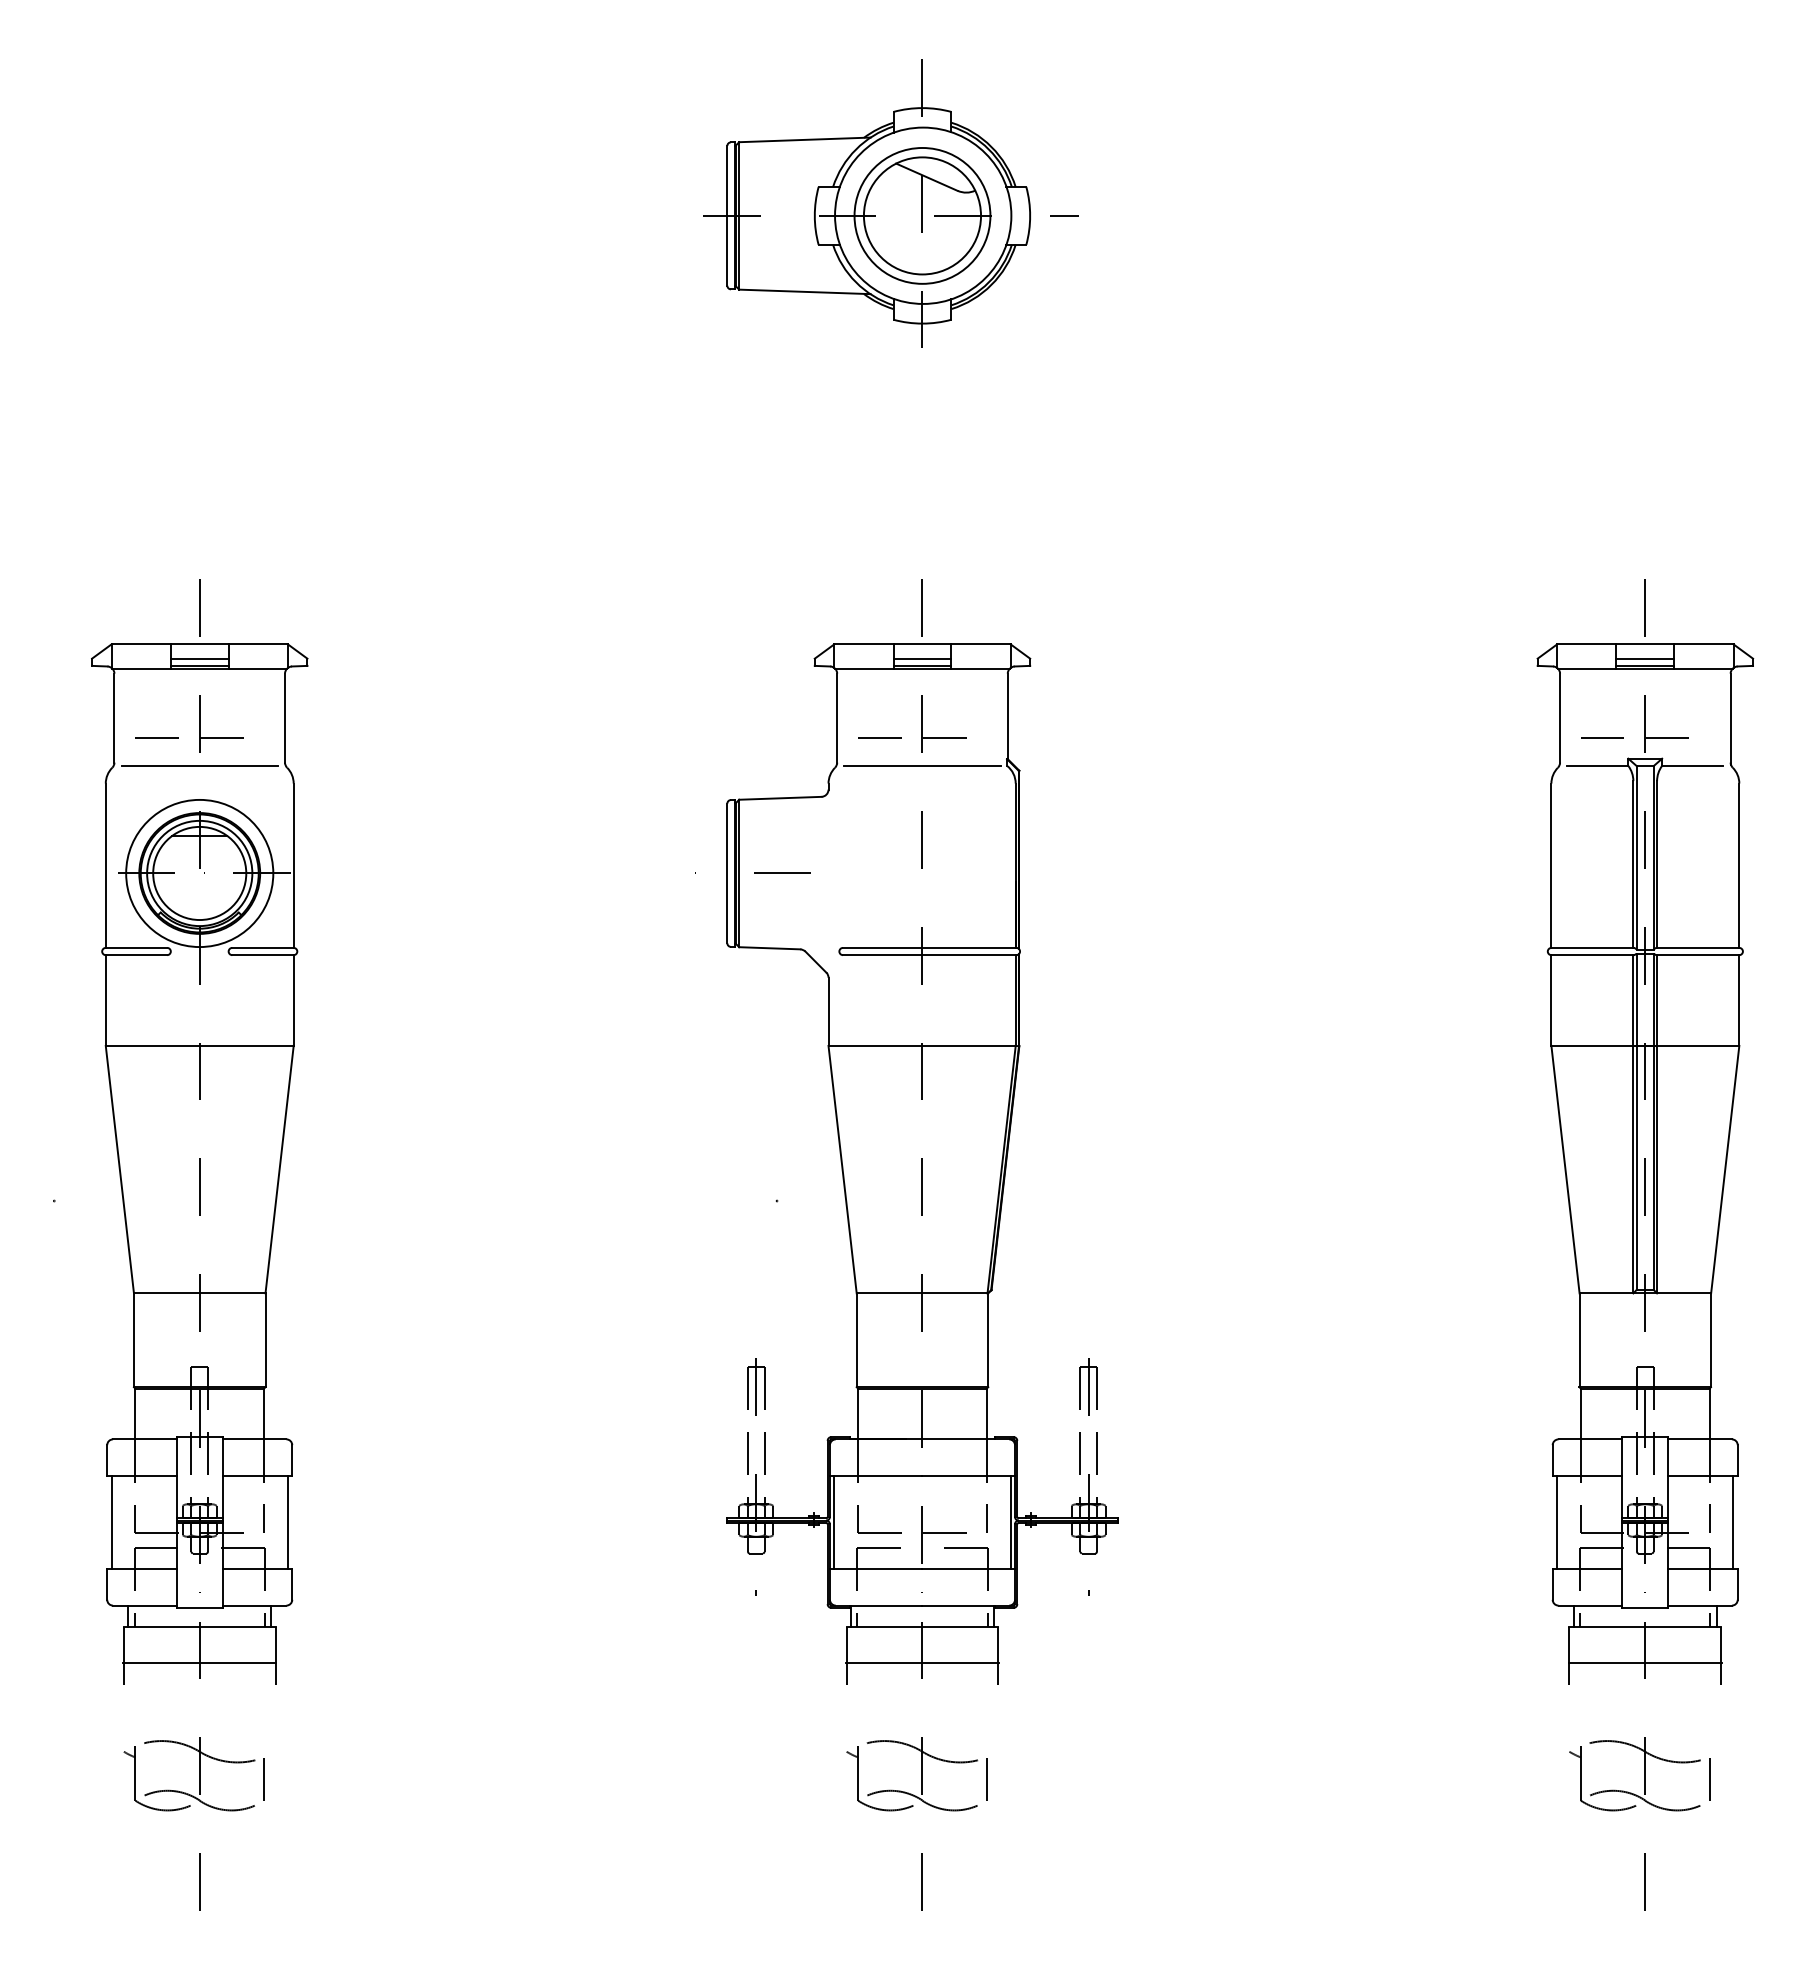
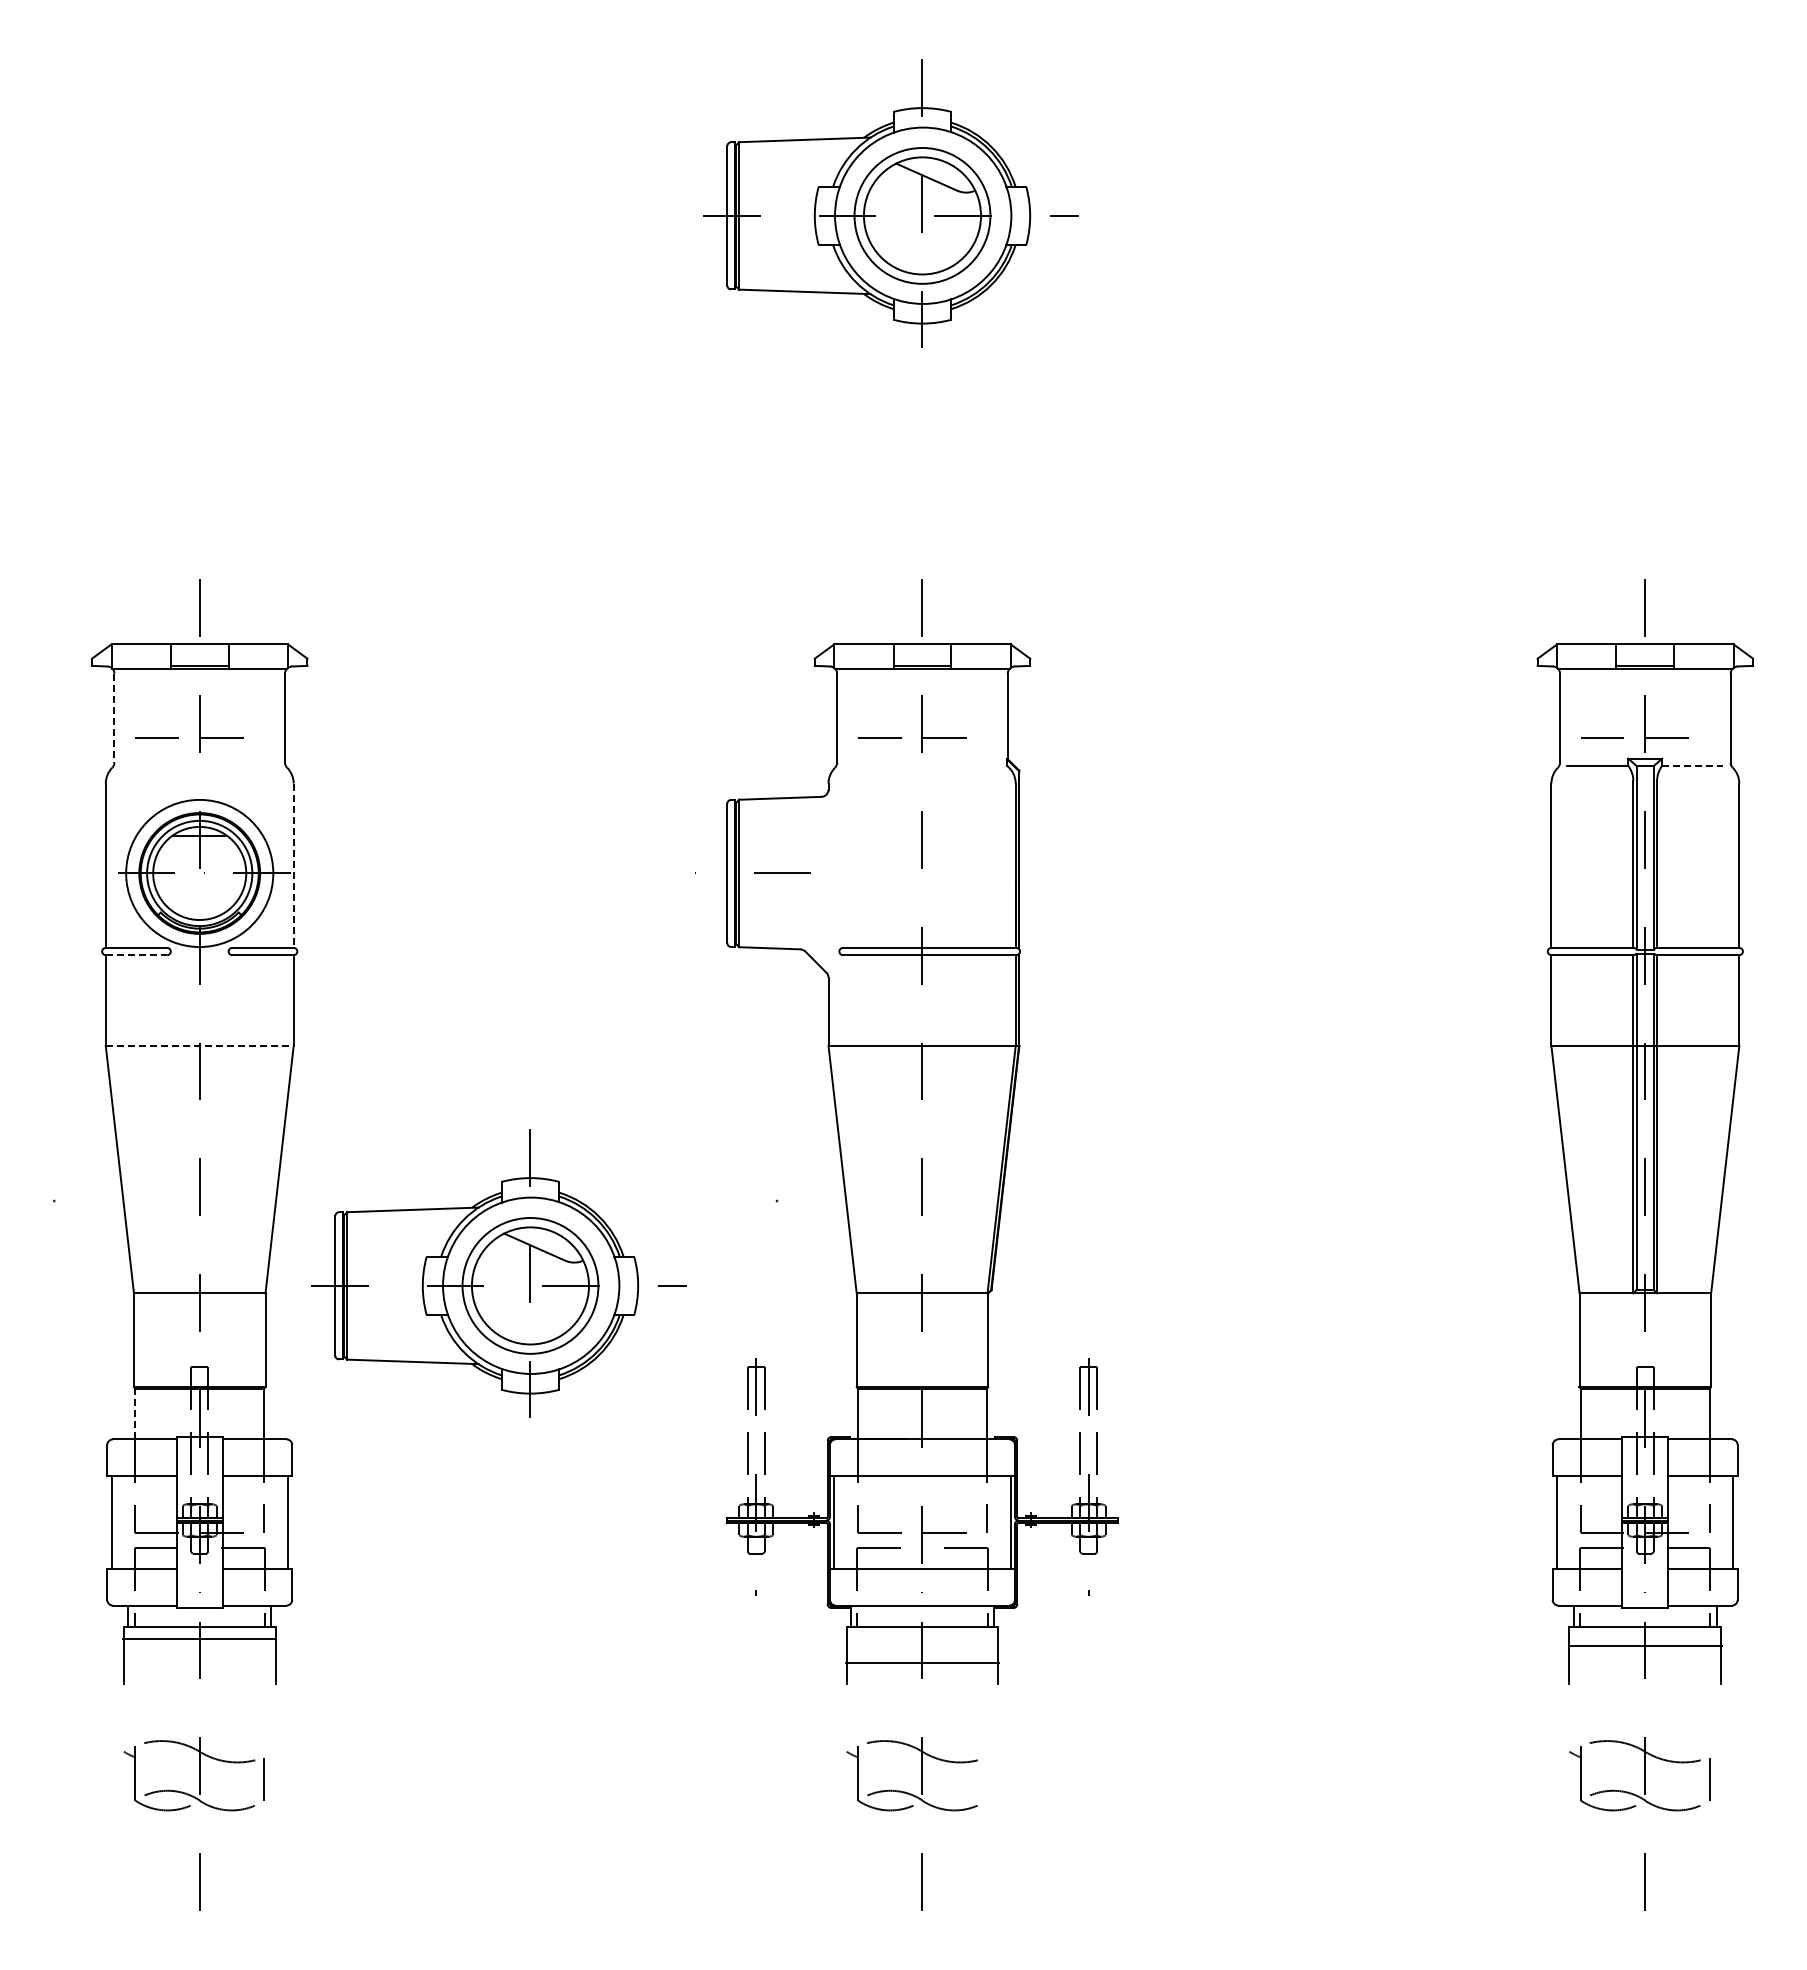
line at (199, 658): present -> none
line at (922, 658): present -> none
line at (1645, 658): present -> none
line at (114, 718): solid -> dashed
line at (199, 765): present -> none
line at (922, 765): present -> none
line at (1692, 765): solid -> dashed
line at (293, 866): solid -> dashed
line at (136, 955): solid -> dashed
line at (199, 1045): solid -> dashed
part at (498, 1273): none -> present
line at (135, 1413): solid -> dashed
line at (199, 1663) position: (199, 1663) -> (199, 1639)
line at (1644, 1663) position: (1644, 1663) -> (1644, 1646)
line at (986, 1778): present -> none
